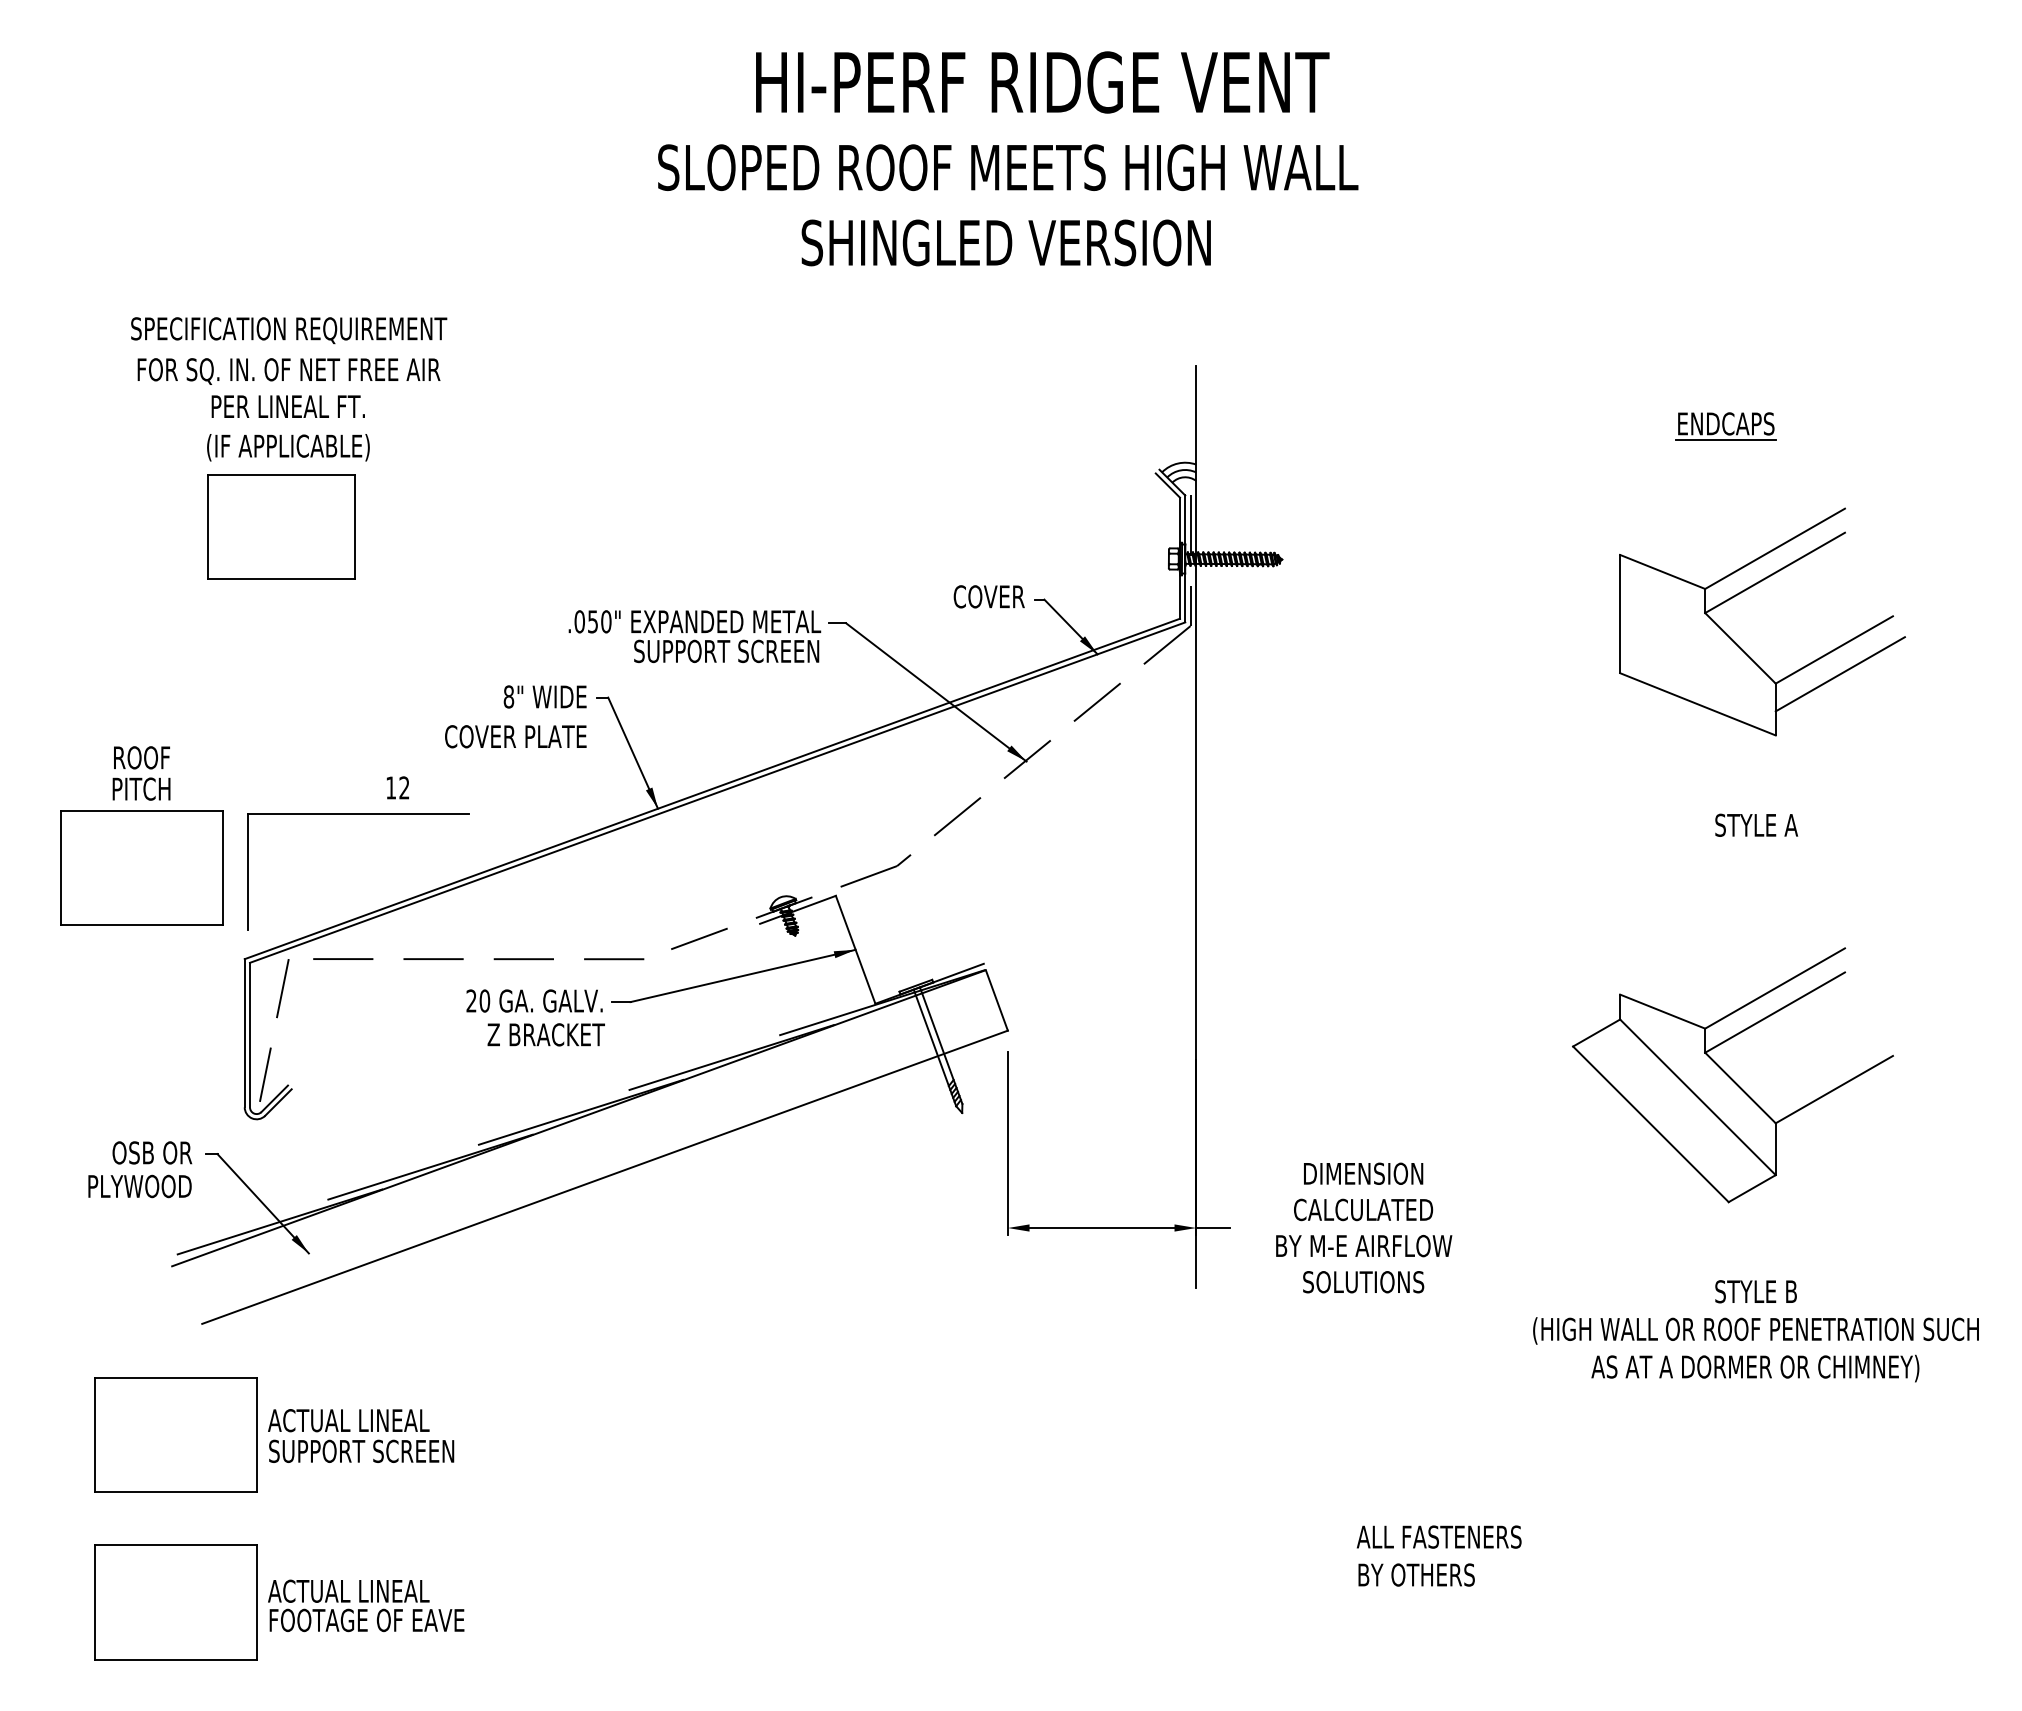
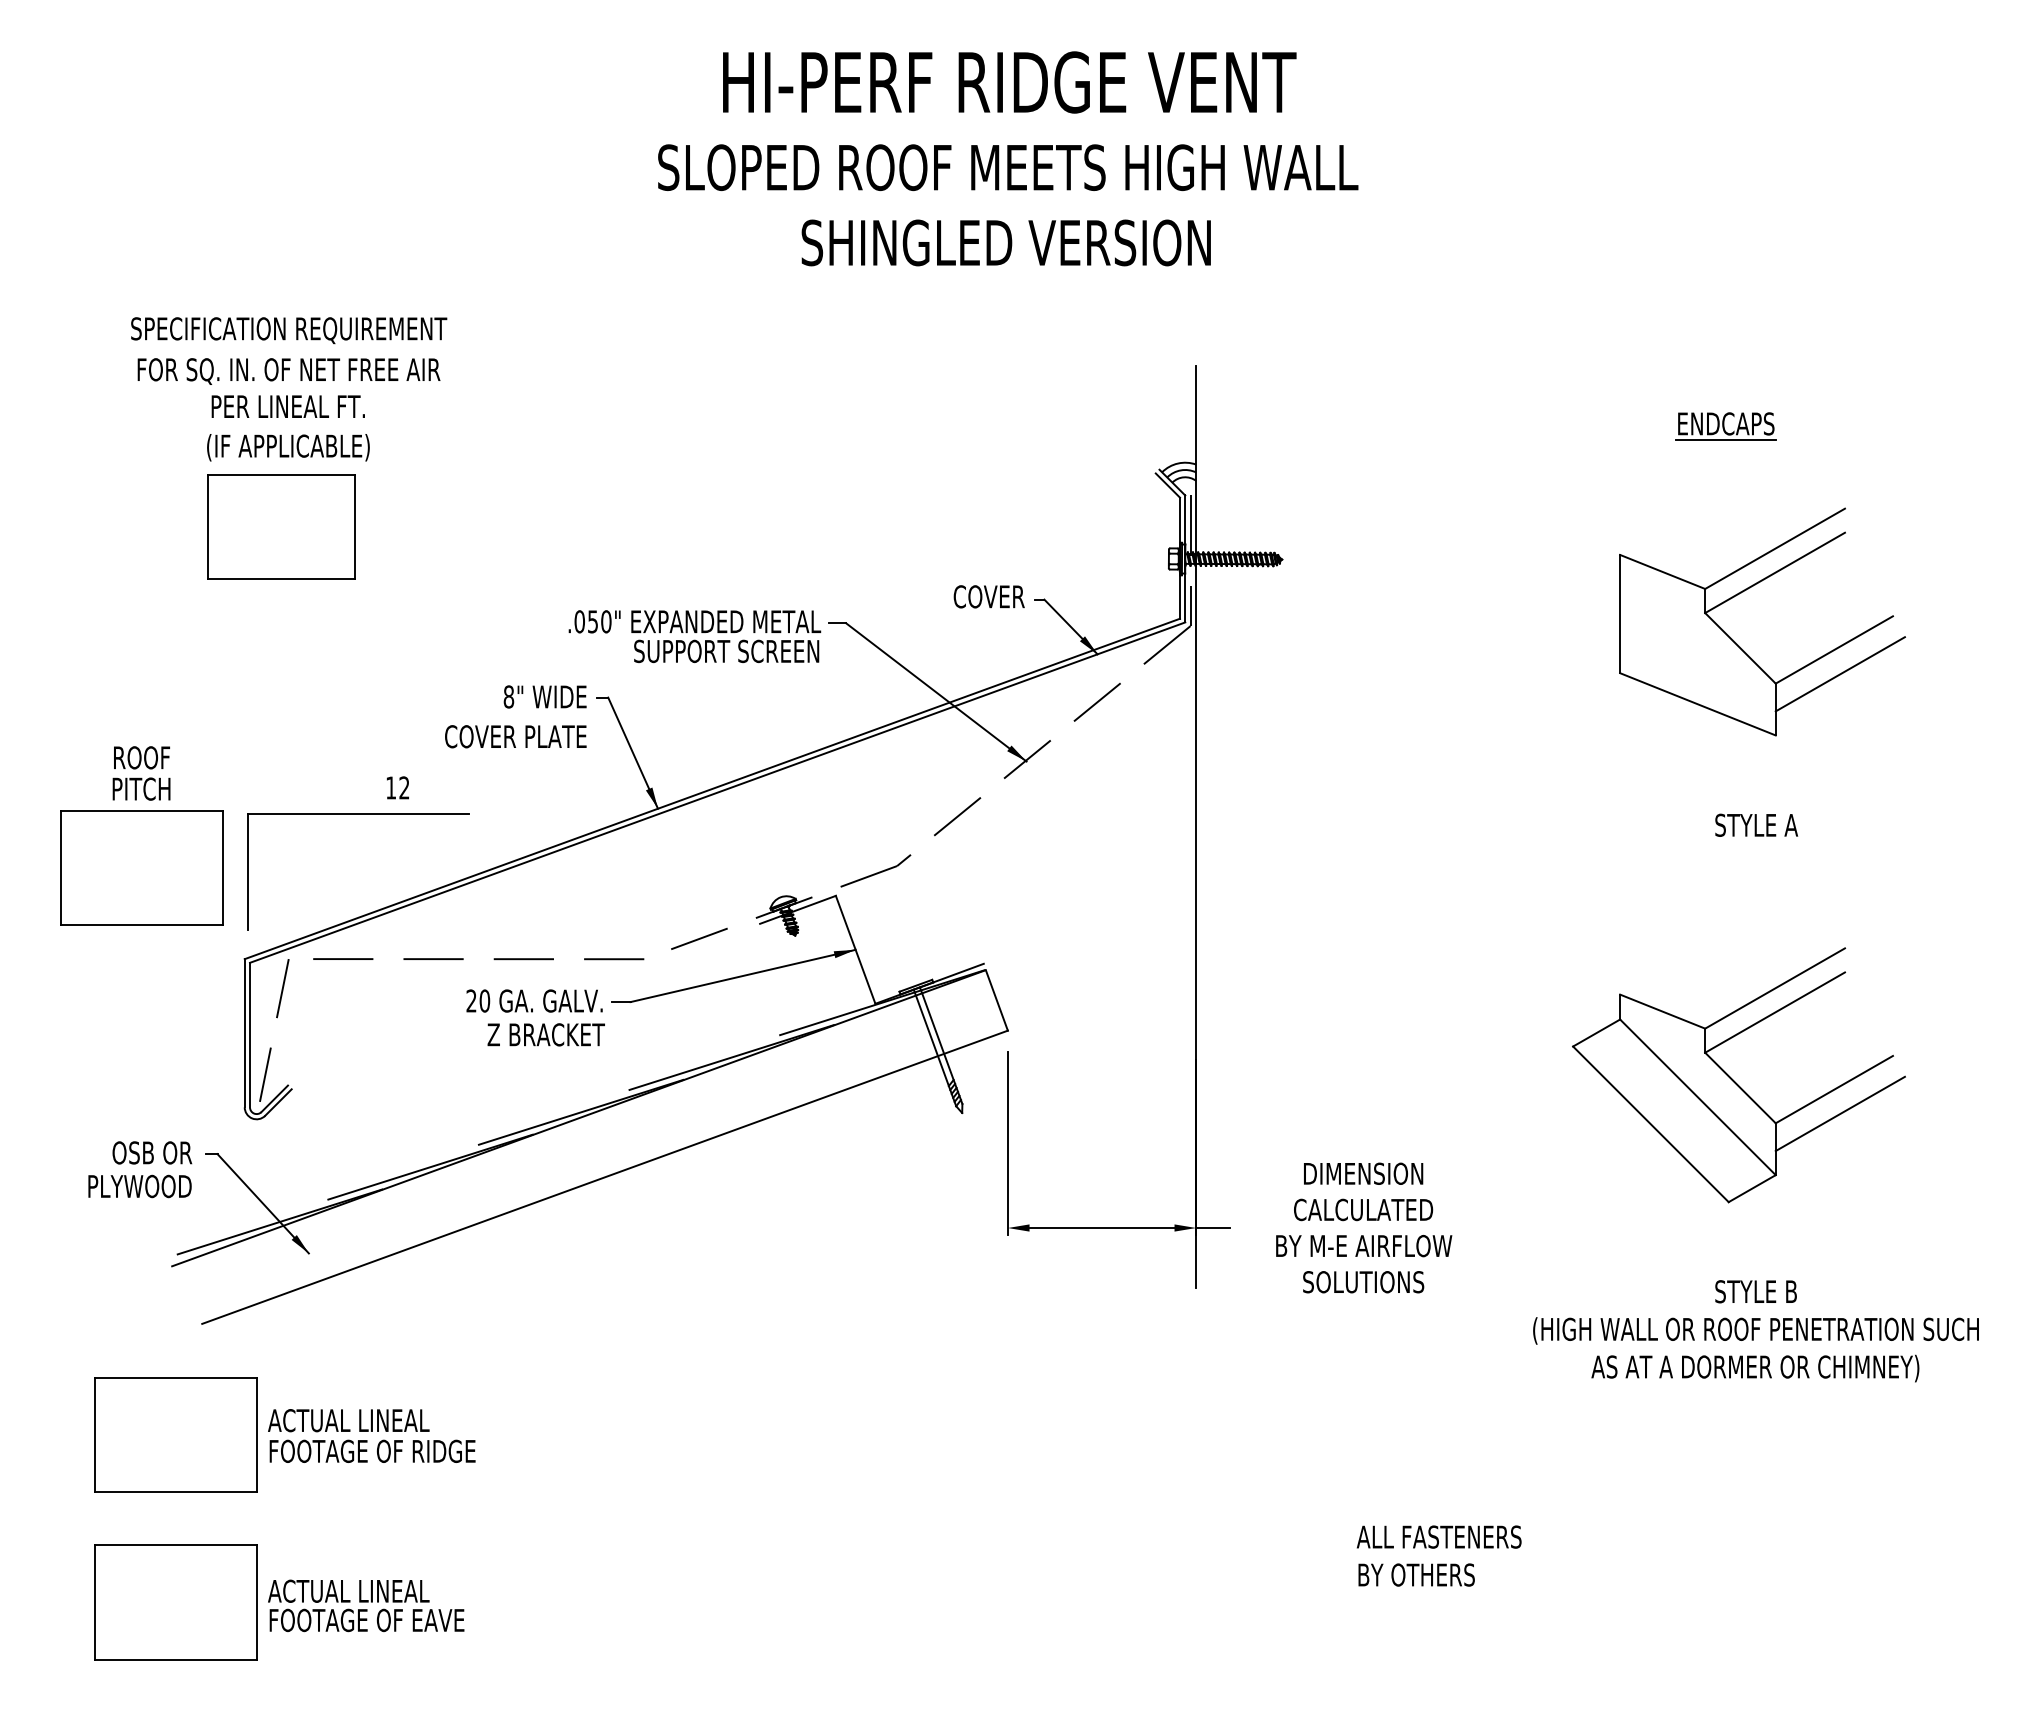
text at (1042, 82) position: (1042, 82) -> (1009, 82)
line at (1839, 1113): none -> present
text at (372, 1450): SUPPORT SCREEN -> FOOTAGE OF RIDGE
